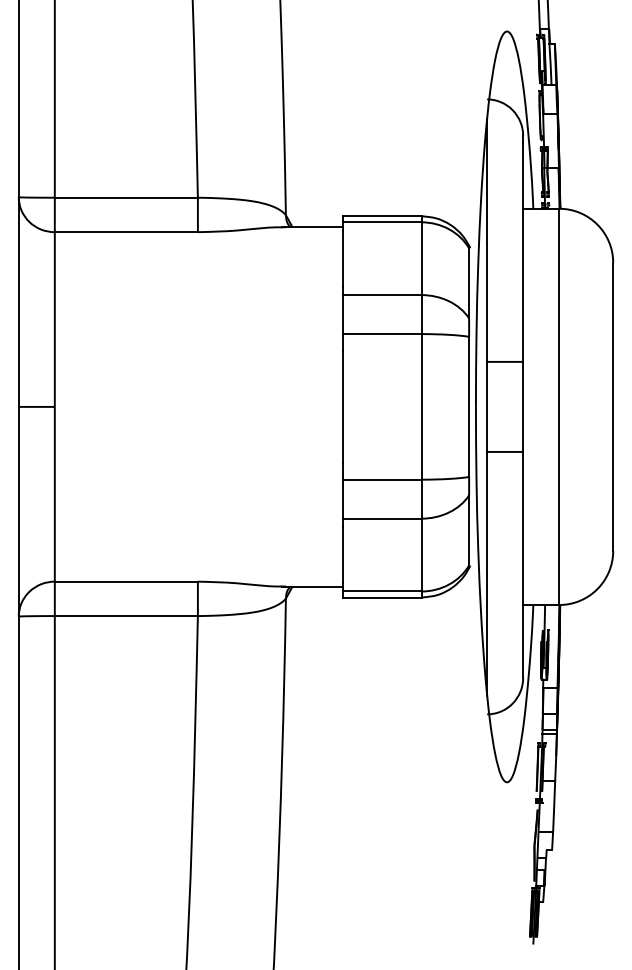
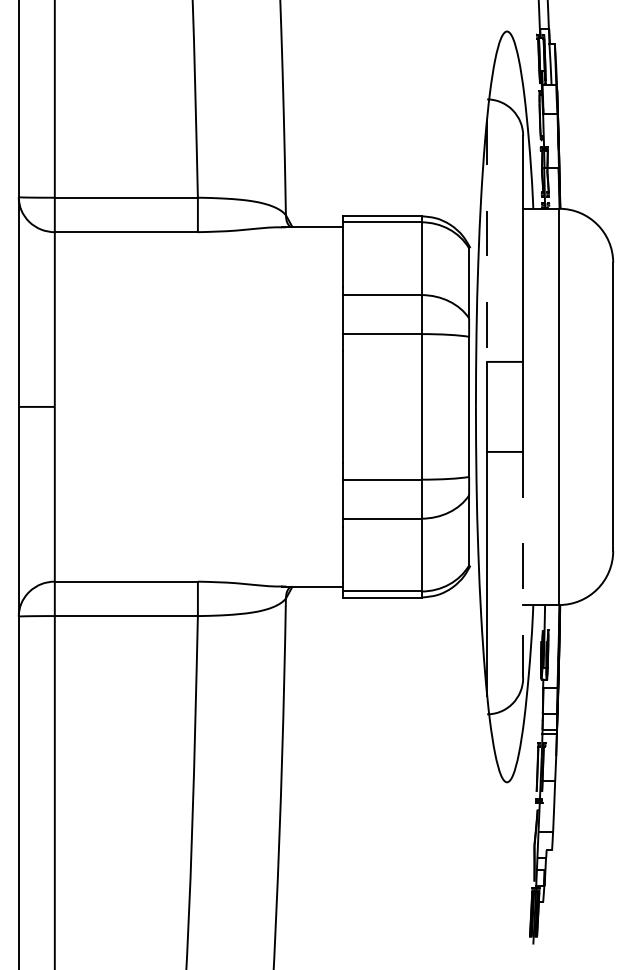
line at (487, 241): solid -> dashed
line at (523, 564): solid -> dashed
